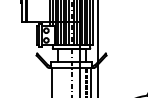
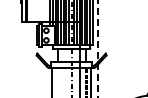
line at (98, 48): solid -> dashed
